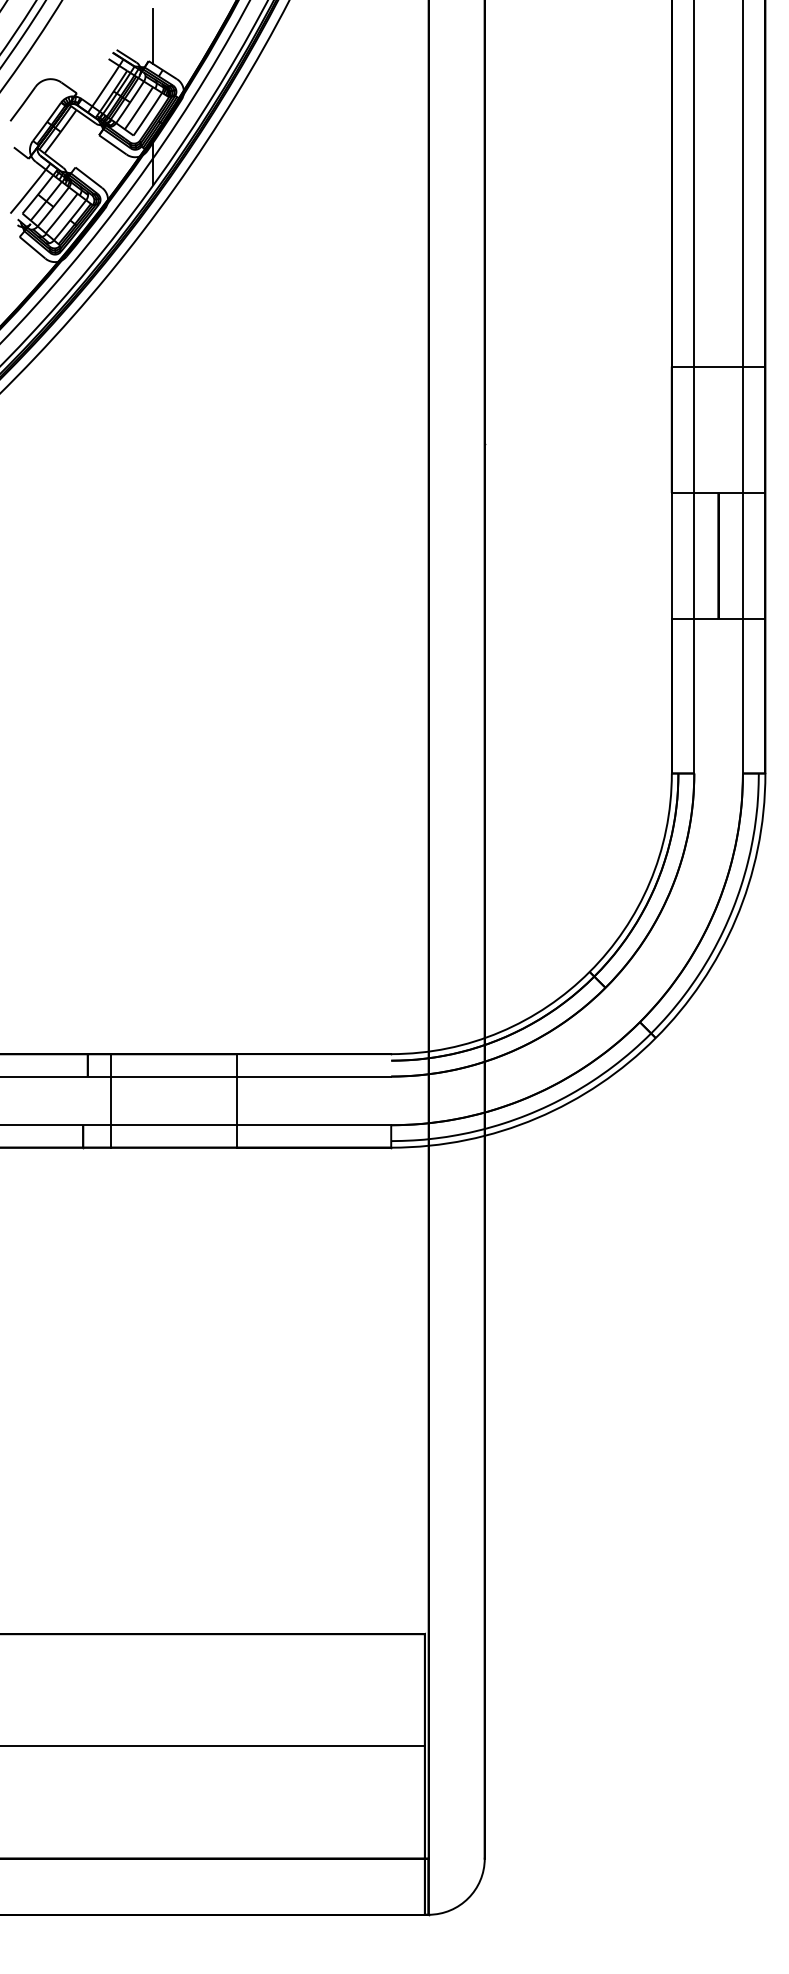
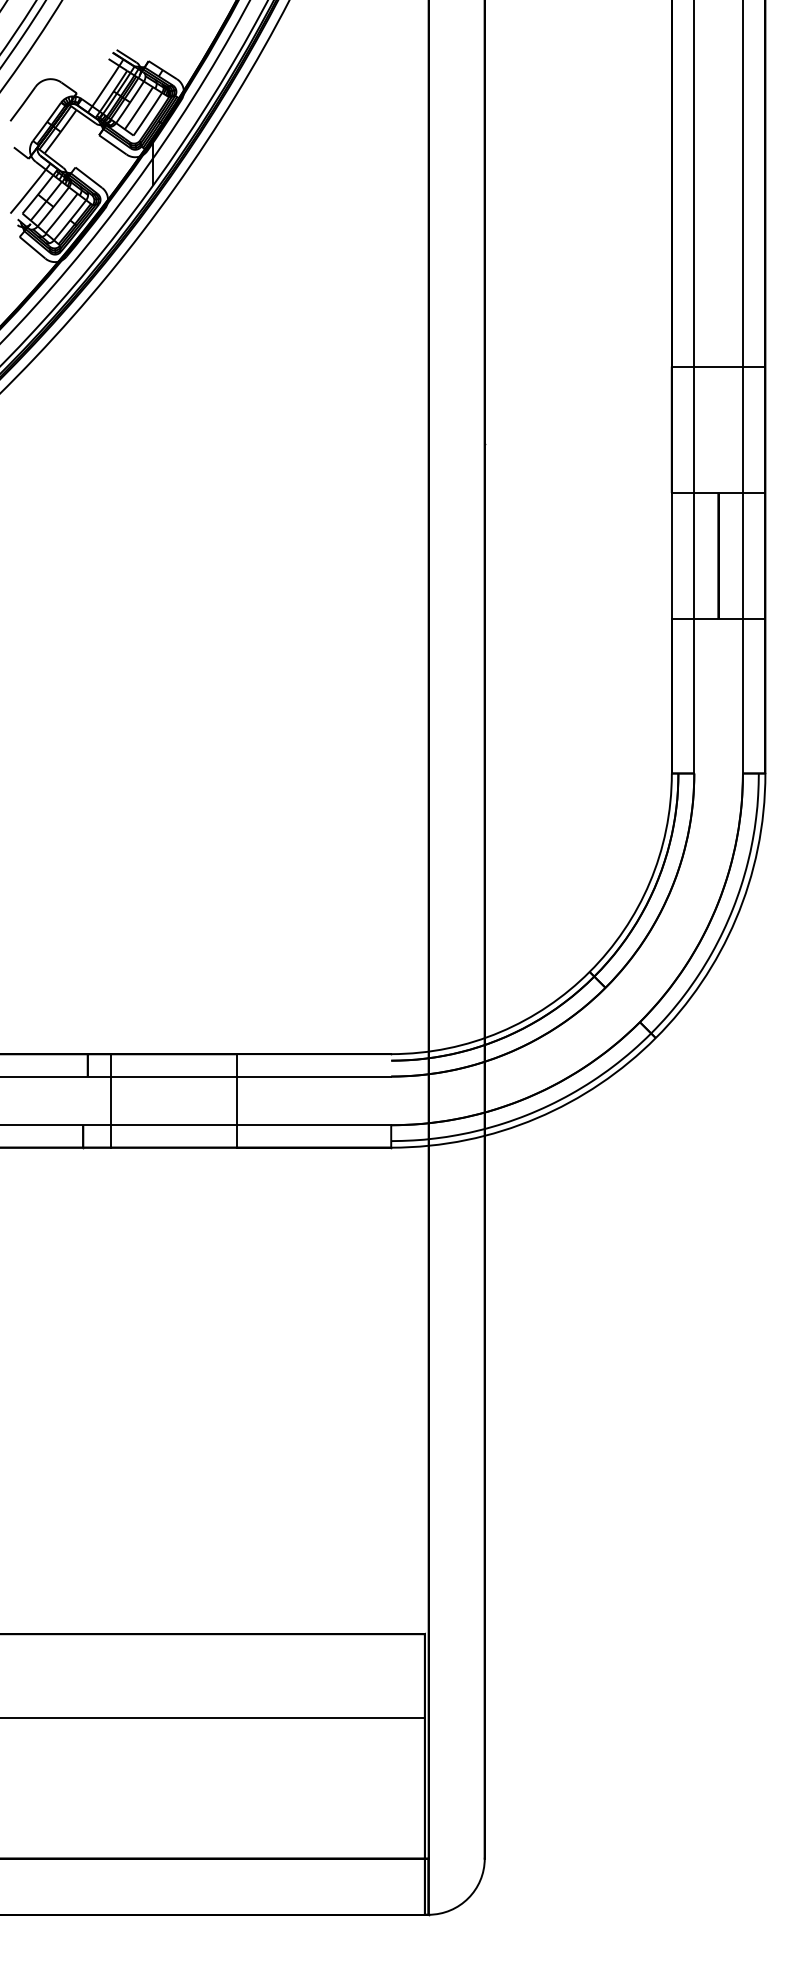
line at (153, 36): present -> none
line at (213, 1746) position: (213, 1746) -> (213, 1718)
